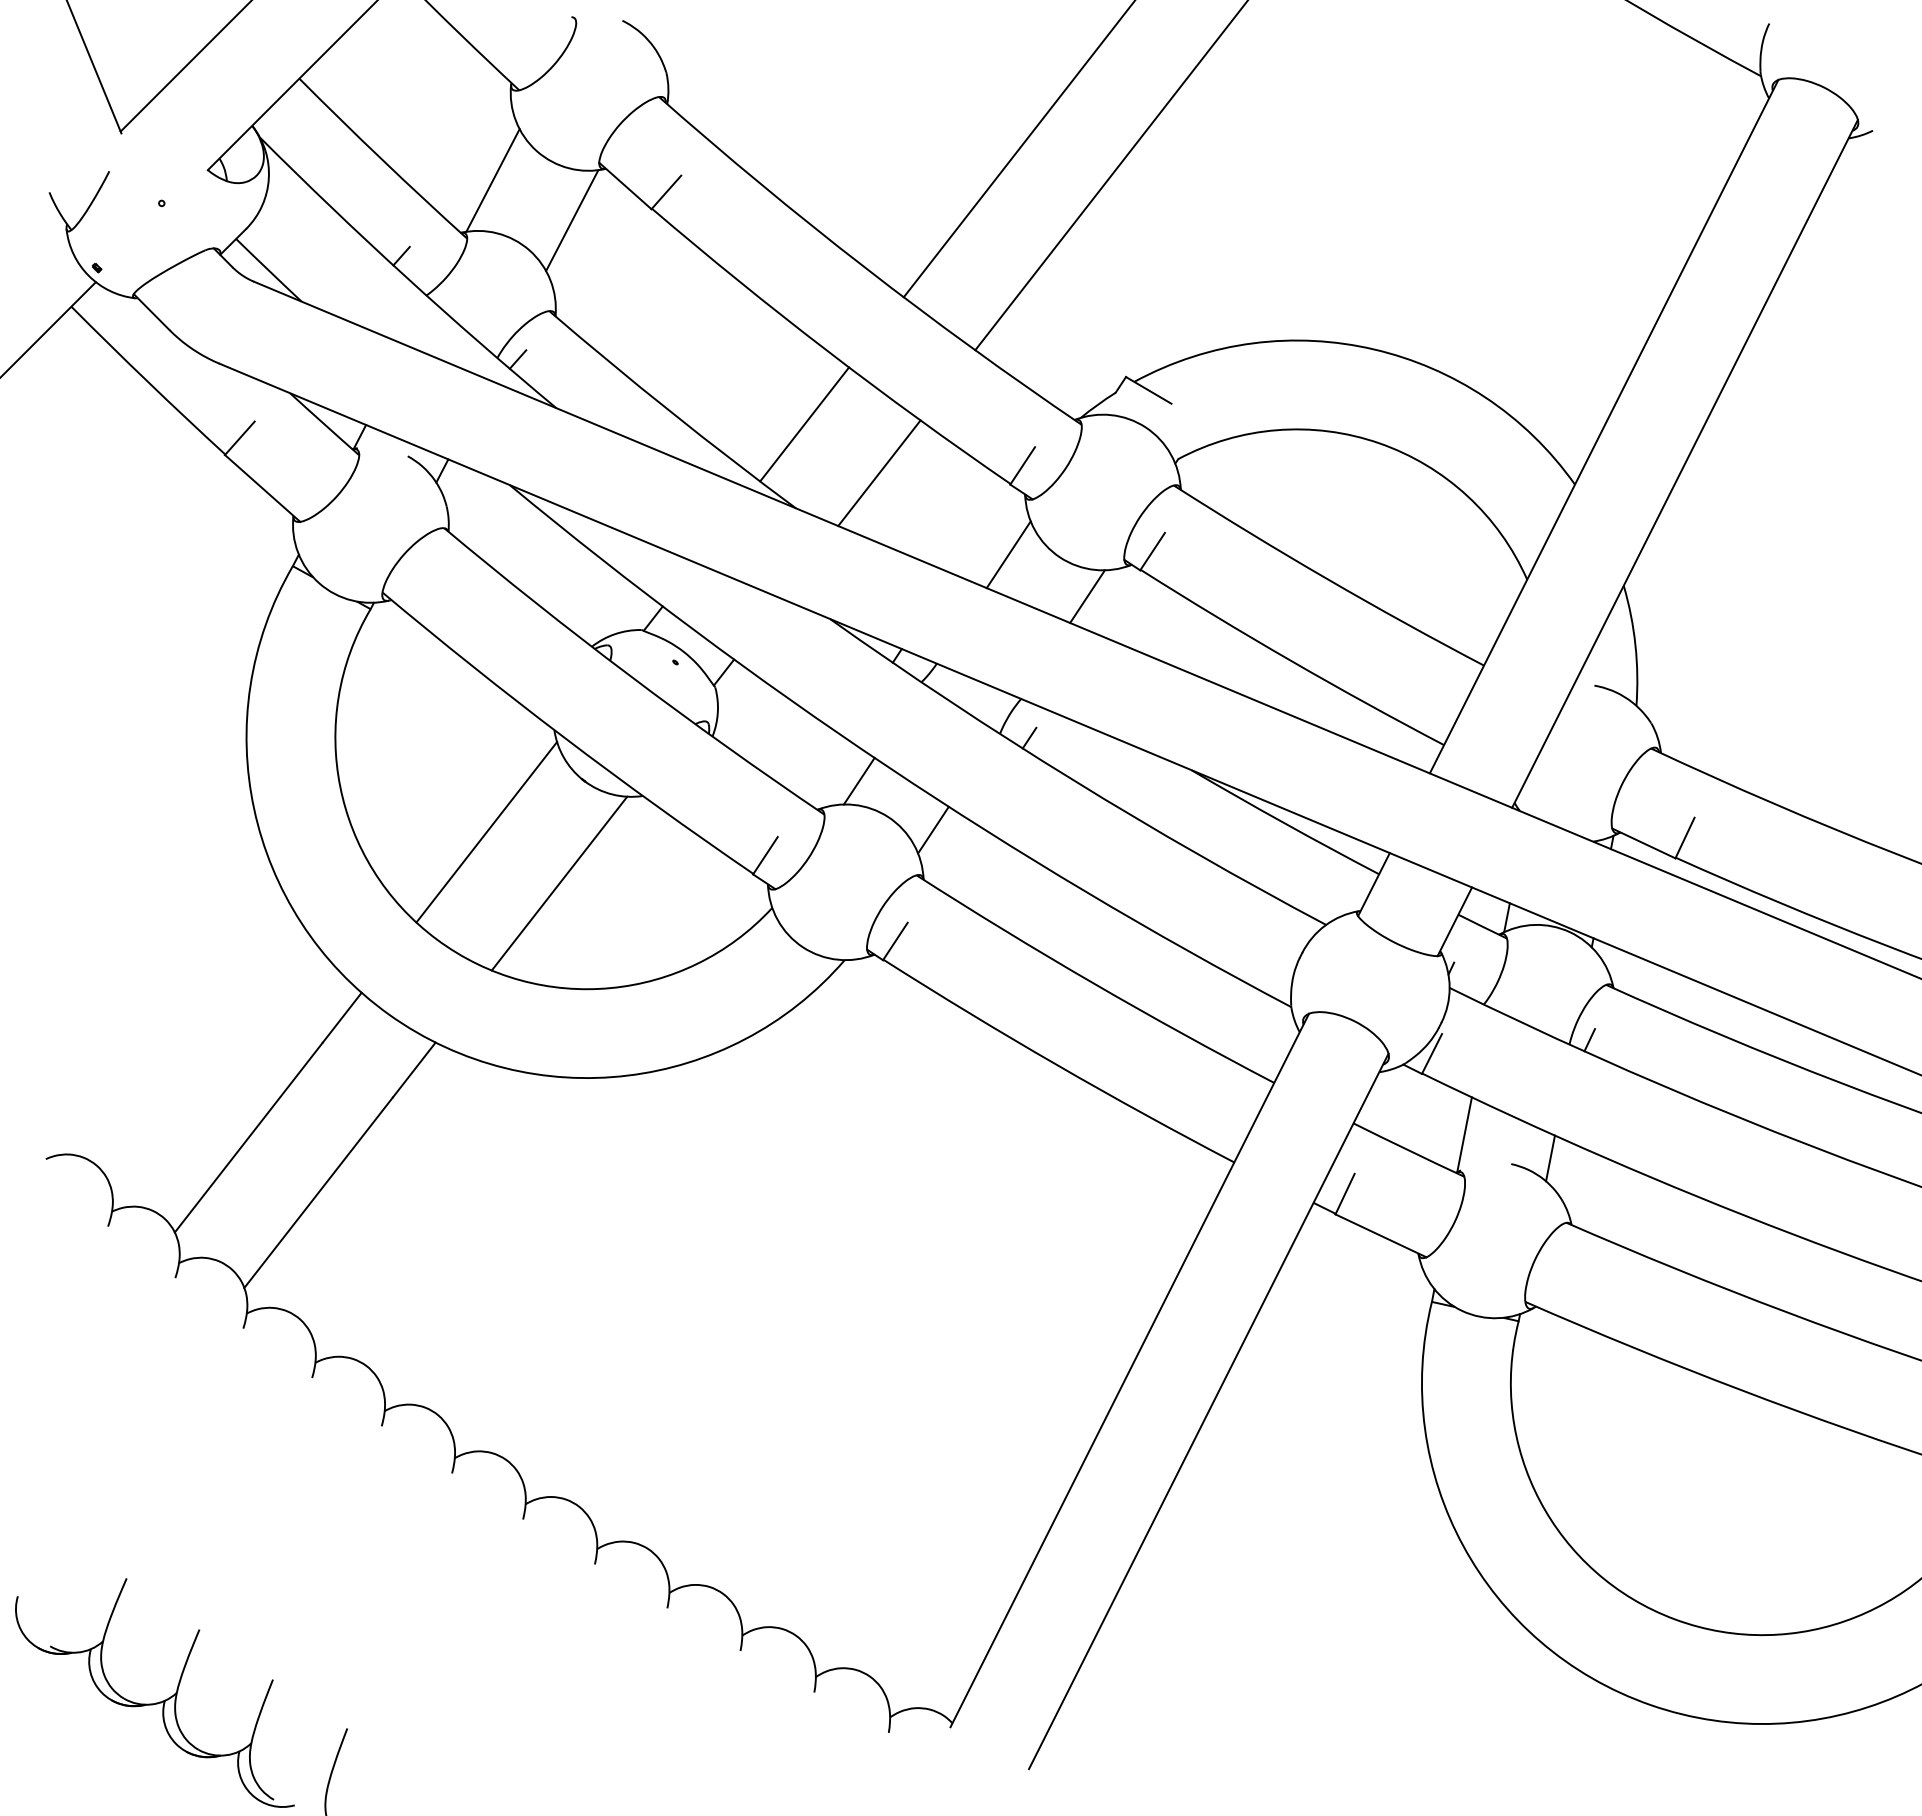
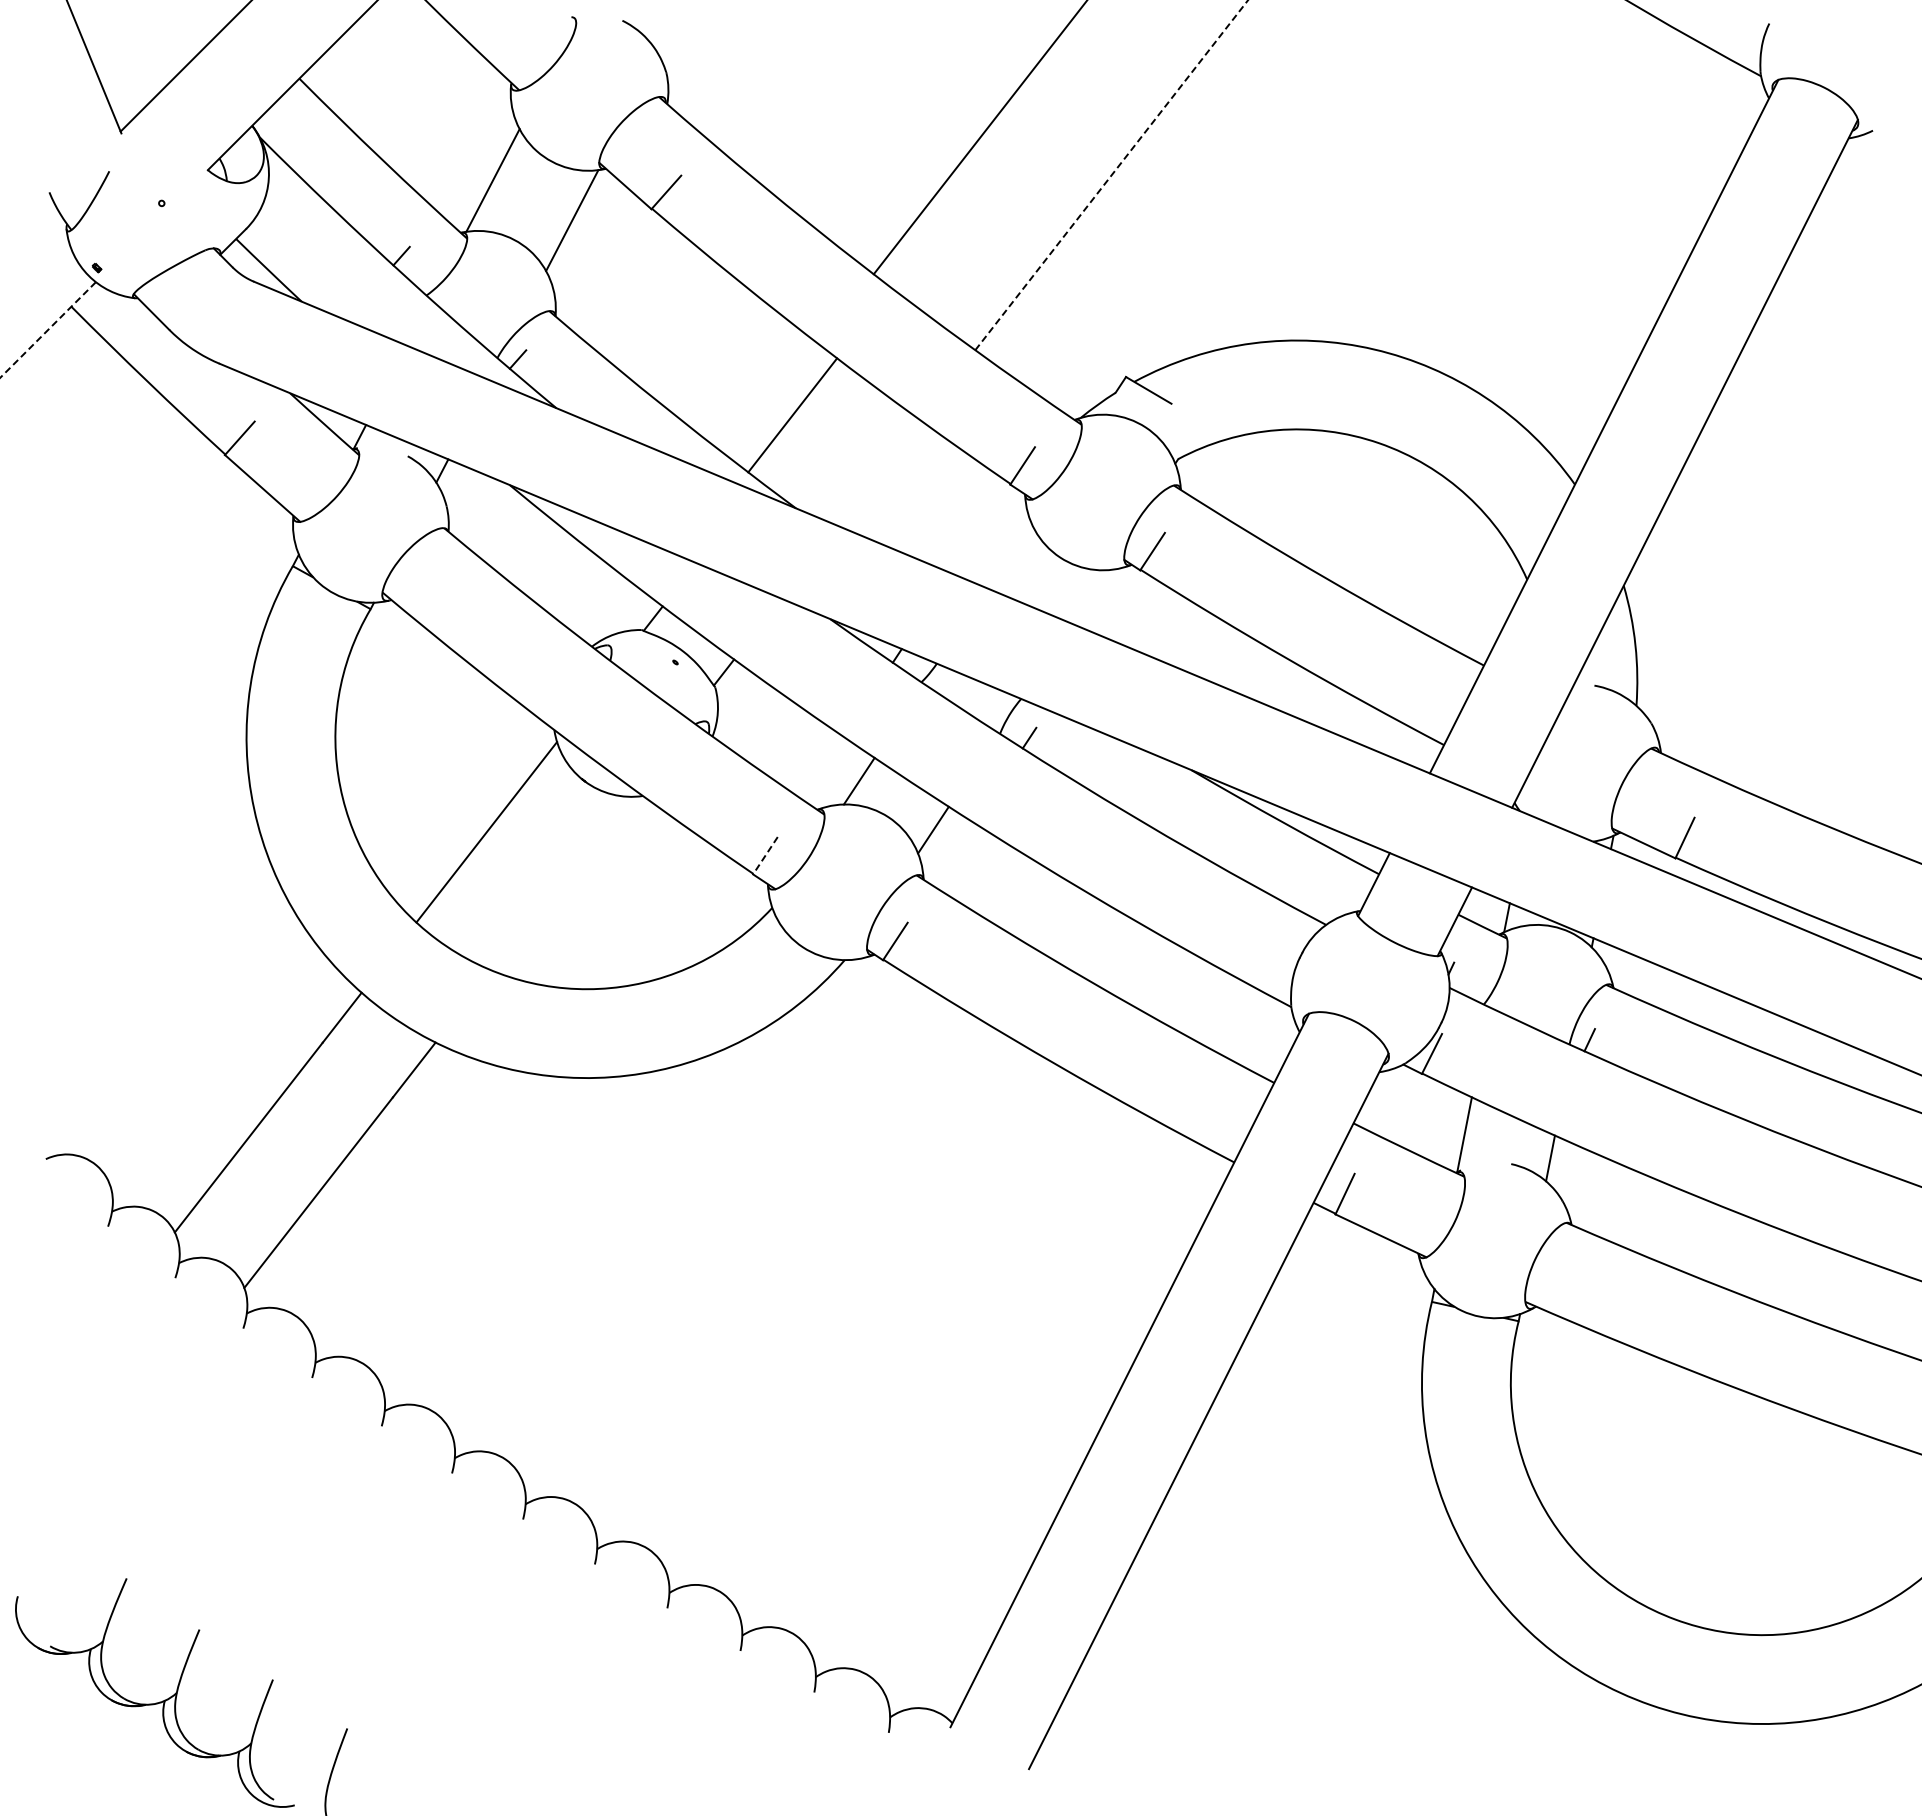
line at (1018, 149) position: (1018, 149) -> (979, 138)
line at (1111, 175): solid -> dashed
line at (47, 330): solid -> dashed
line at (804, 424) position: (804, 424) -> (792, 415)
line at (879, 473): present -> none
line at (1008, 554): present -> none
line at (1087, 596): present -> none
line at (765, 856): solid -> dashed
line at (559, 883): present -> none
